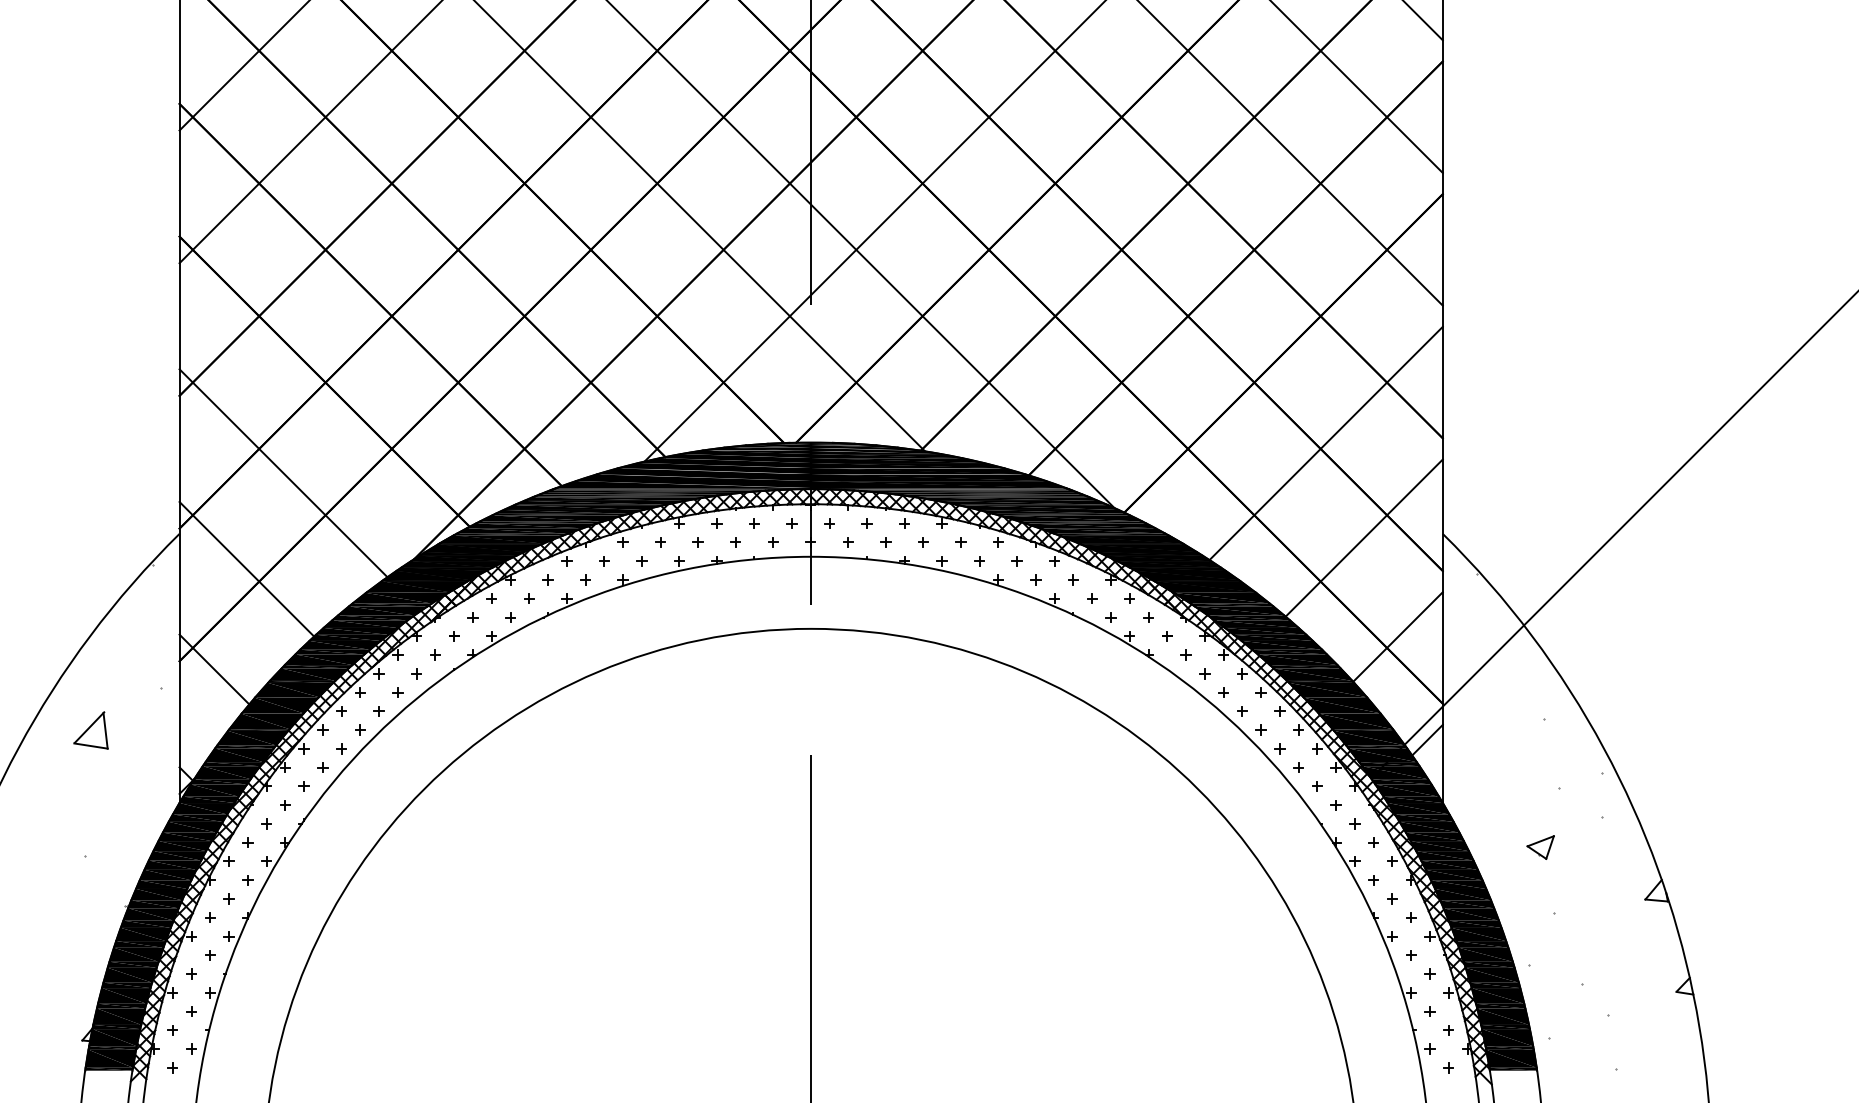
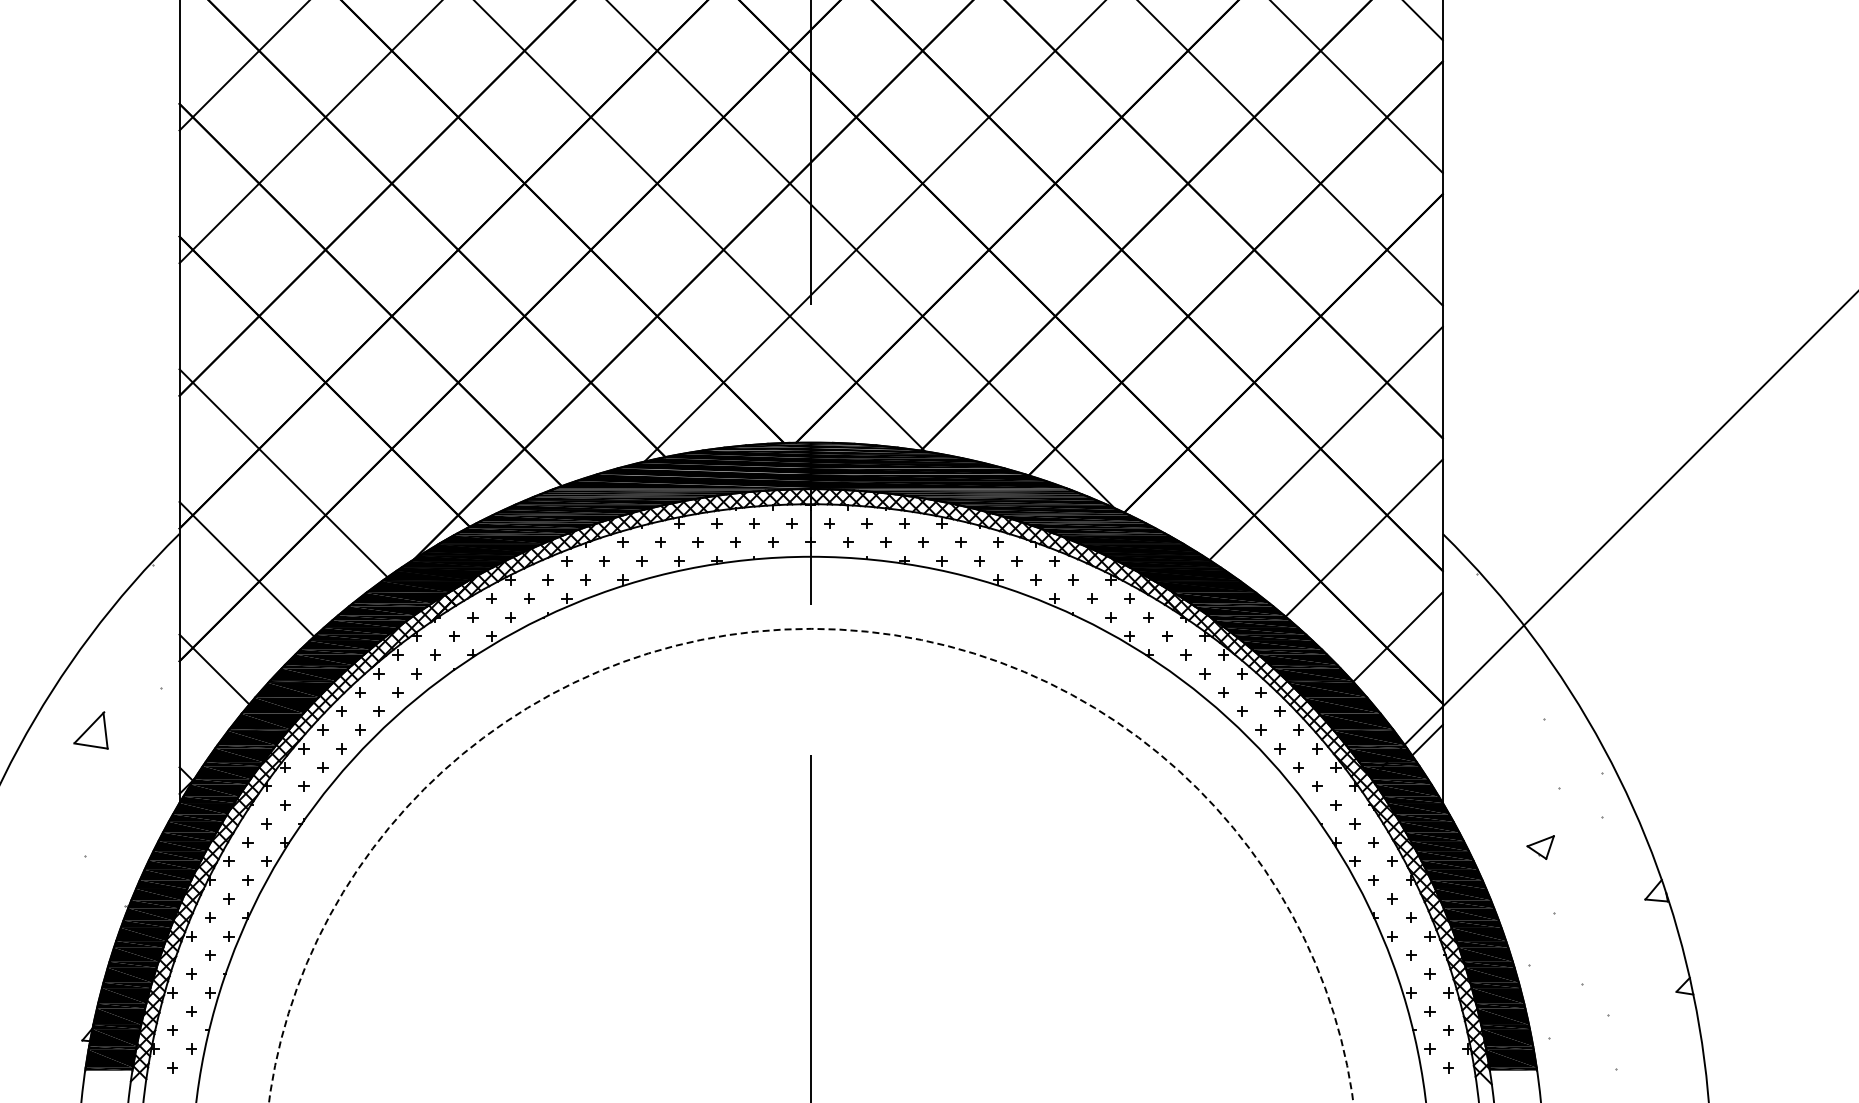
circle at (811, 865): solid -> dashed
